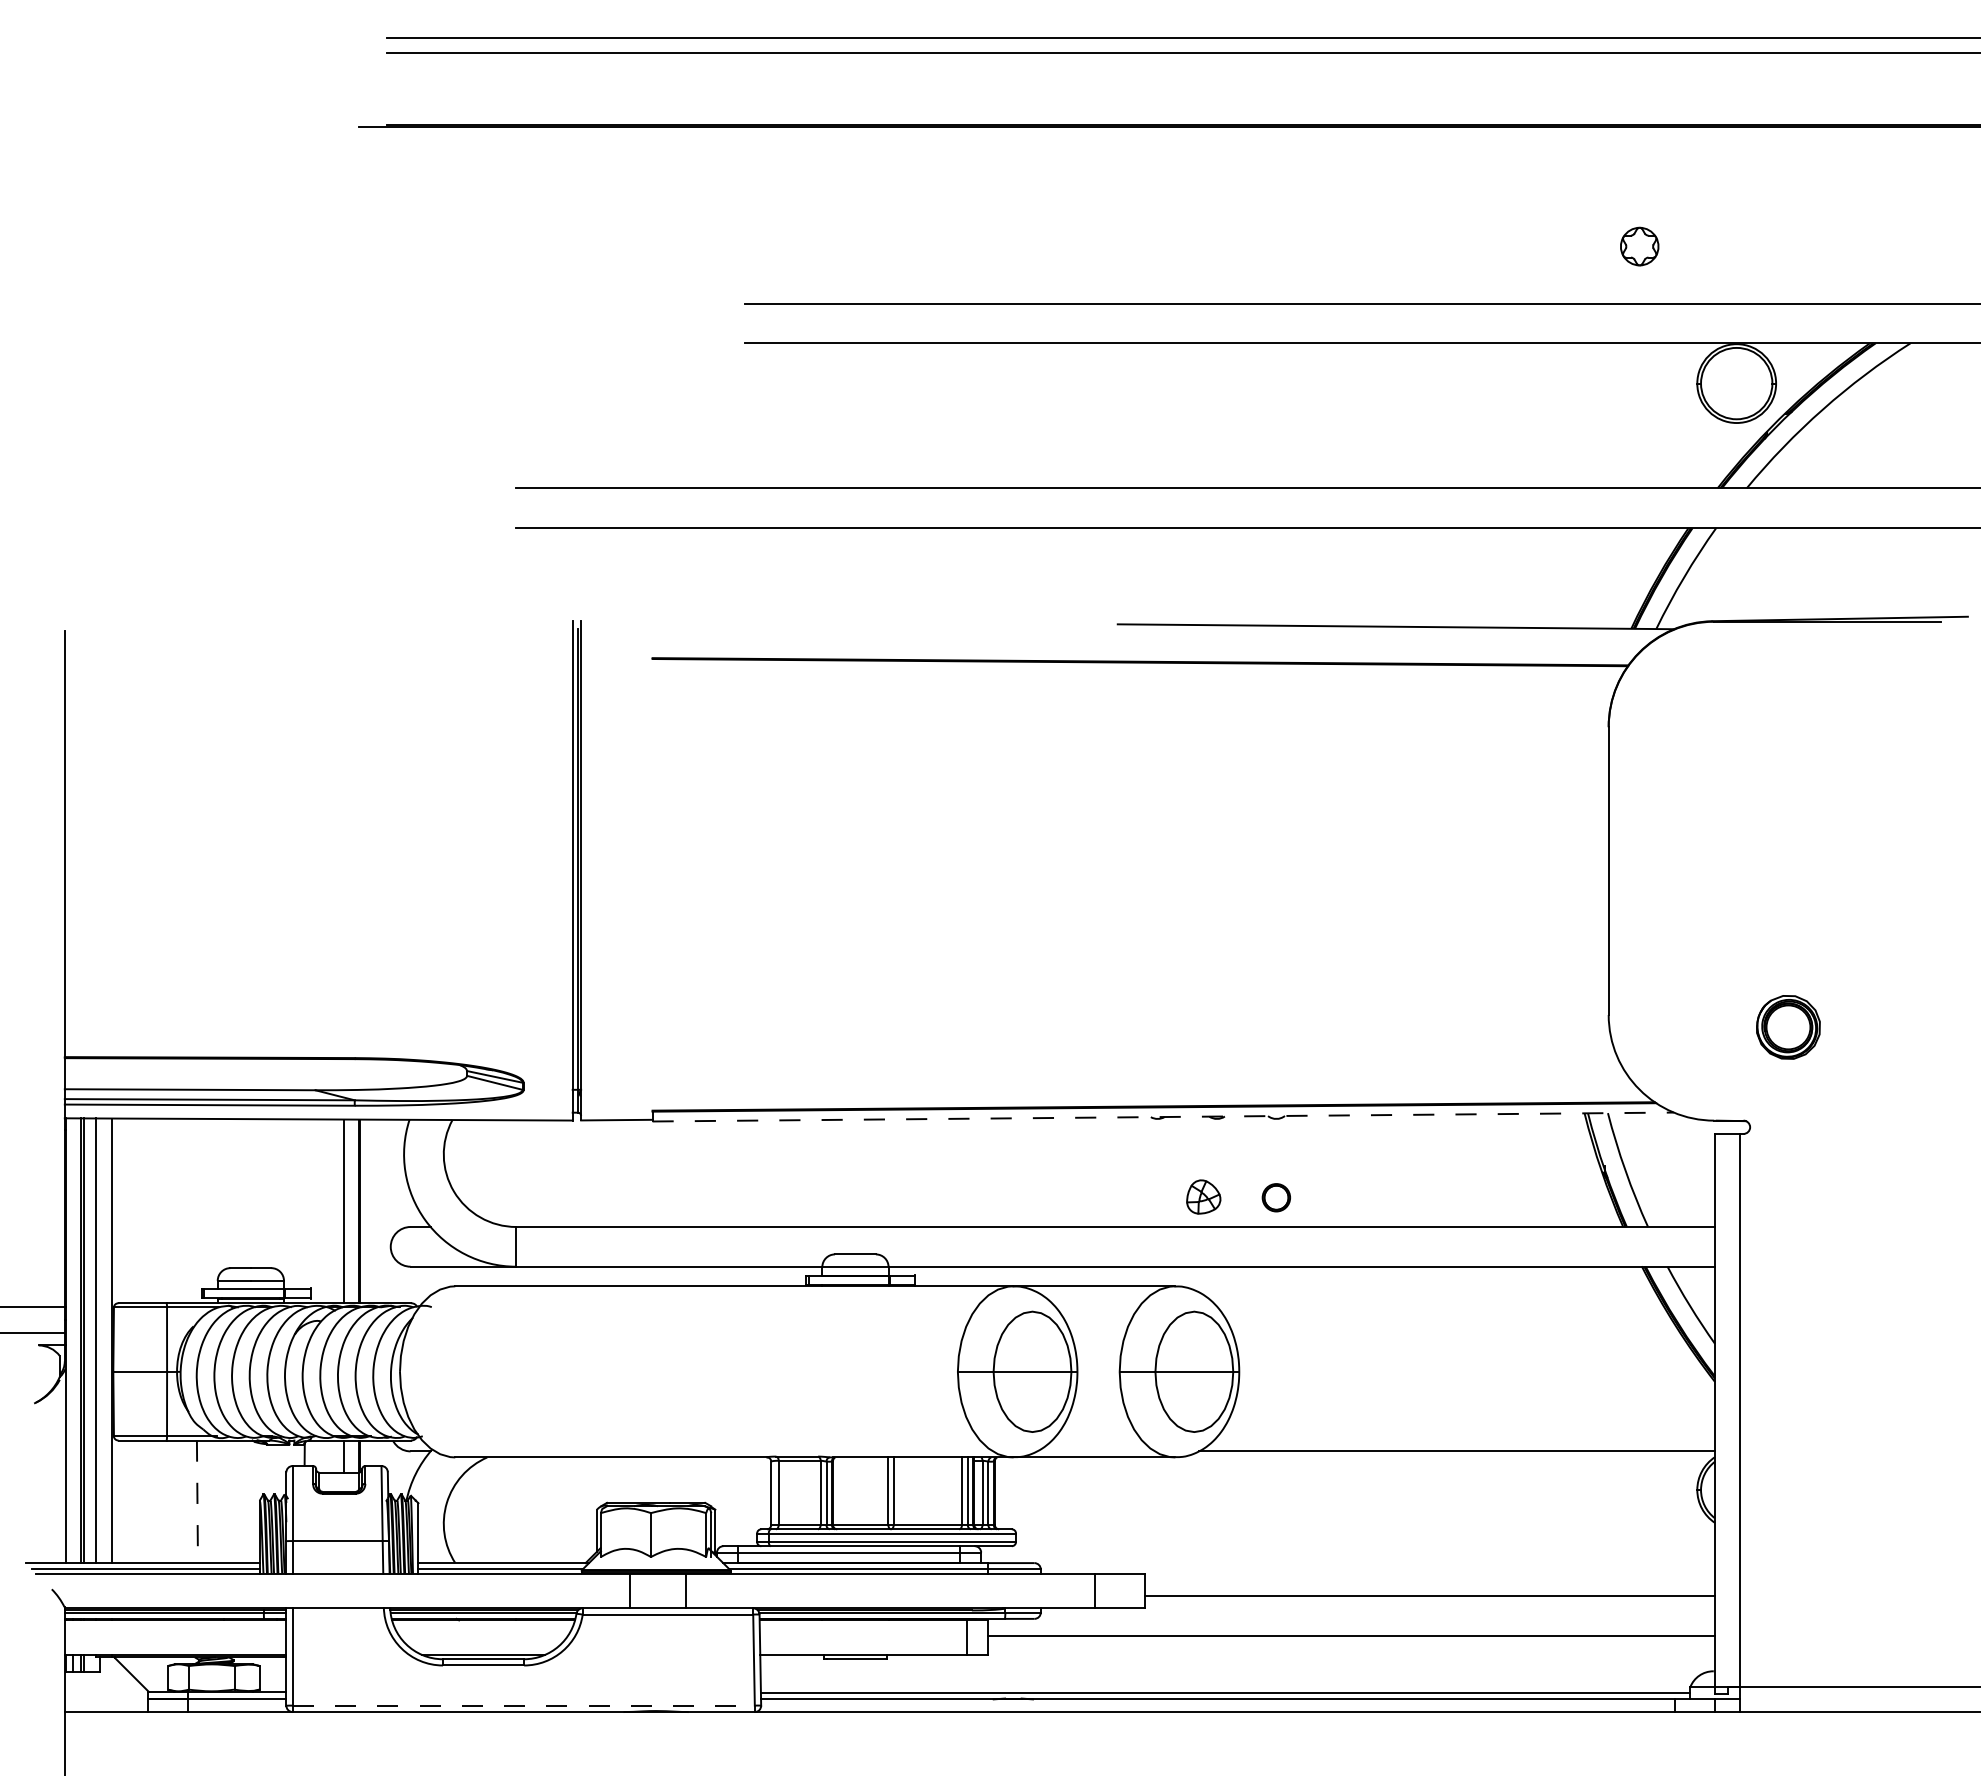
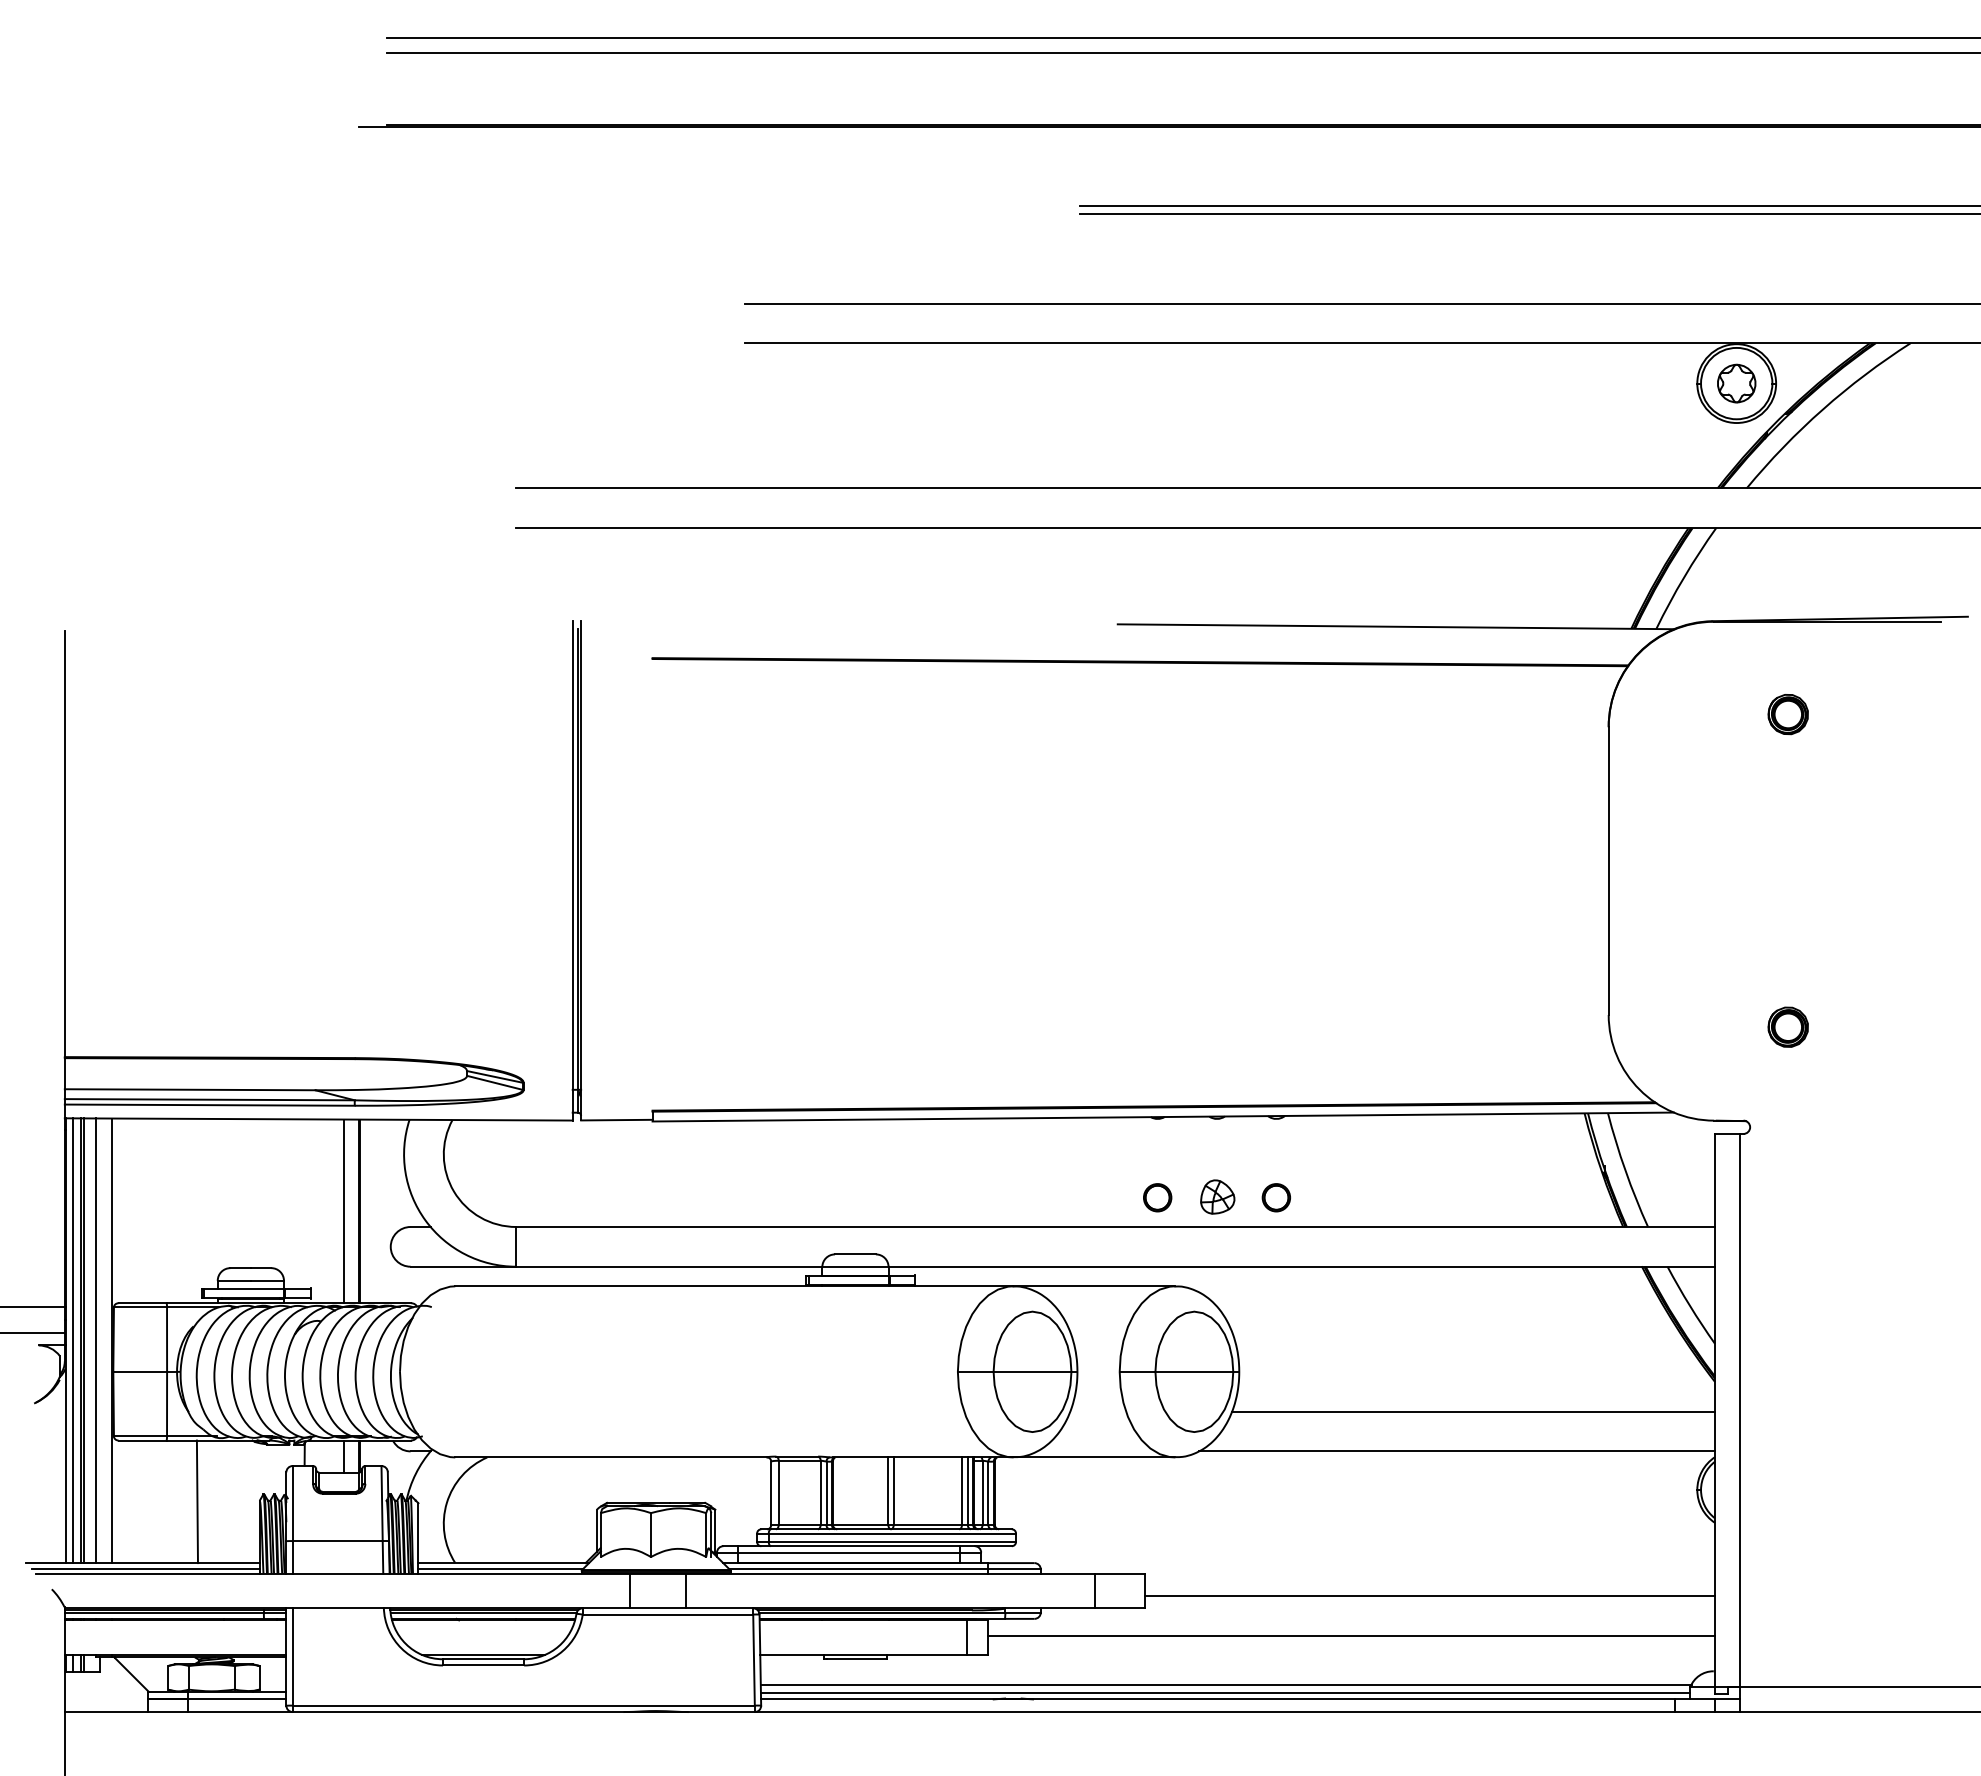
line at (1528, 206): none -> present
line at (1528, 213): none -> present
part at (1639, 246) position: (1639, 246) -> (1736, 383)
part at (1787, 714): none -> present
part at (1788, 1027) size: 65x65 px -> 42x42 px
line at (1163, 1117): dashed -> solid
part at (1203, 1196) position: (1203, 1196) -> (1217, 1196)
part at (1157, 1197): none -> present
line at (73, 1340): none -> present
line at (1472, 1411): none -> present
line at (197, 1502): dashed -> solid
line at (1225, 1684): none -> present
line at (524, 1705): dashed -> solid
